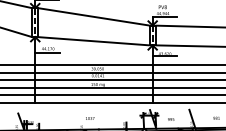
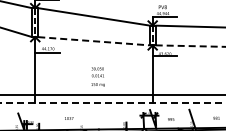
line at (93, 41): solid -> dashed
line at (190, 46): solid -> dashed
line at (112, 65): present -> none
line at (112, 72): present -> none
line at (112, 80): present -> none
line at (112, 87): present -> none
line at (113, 103): solid -> dashed
text at (90, 118) position: (90, 118) -> (69, 118)
